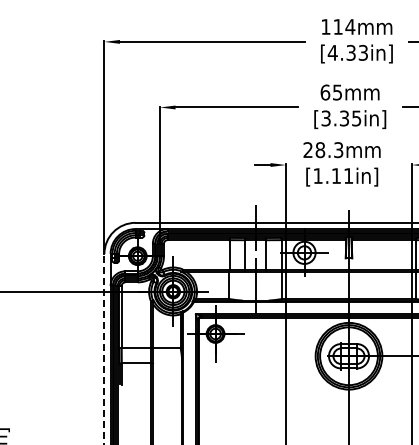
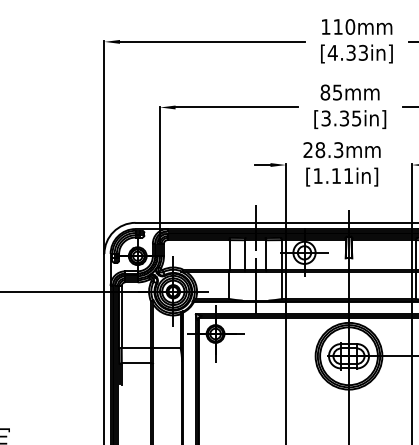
text at (350, 26): 114mm -> 110mm
text at (325, 92): 65mm -> 85mm
line at (104, 348): dashed -> solid
